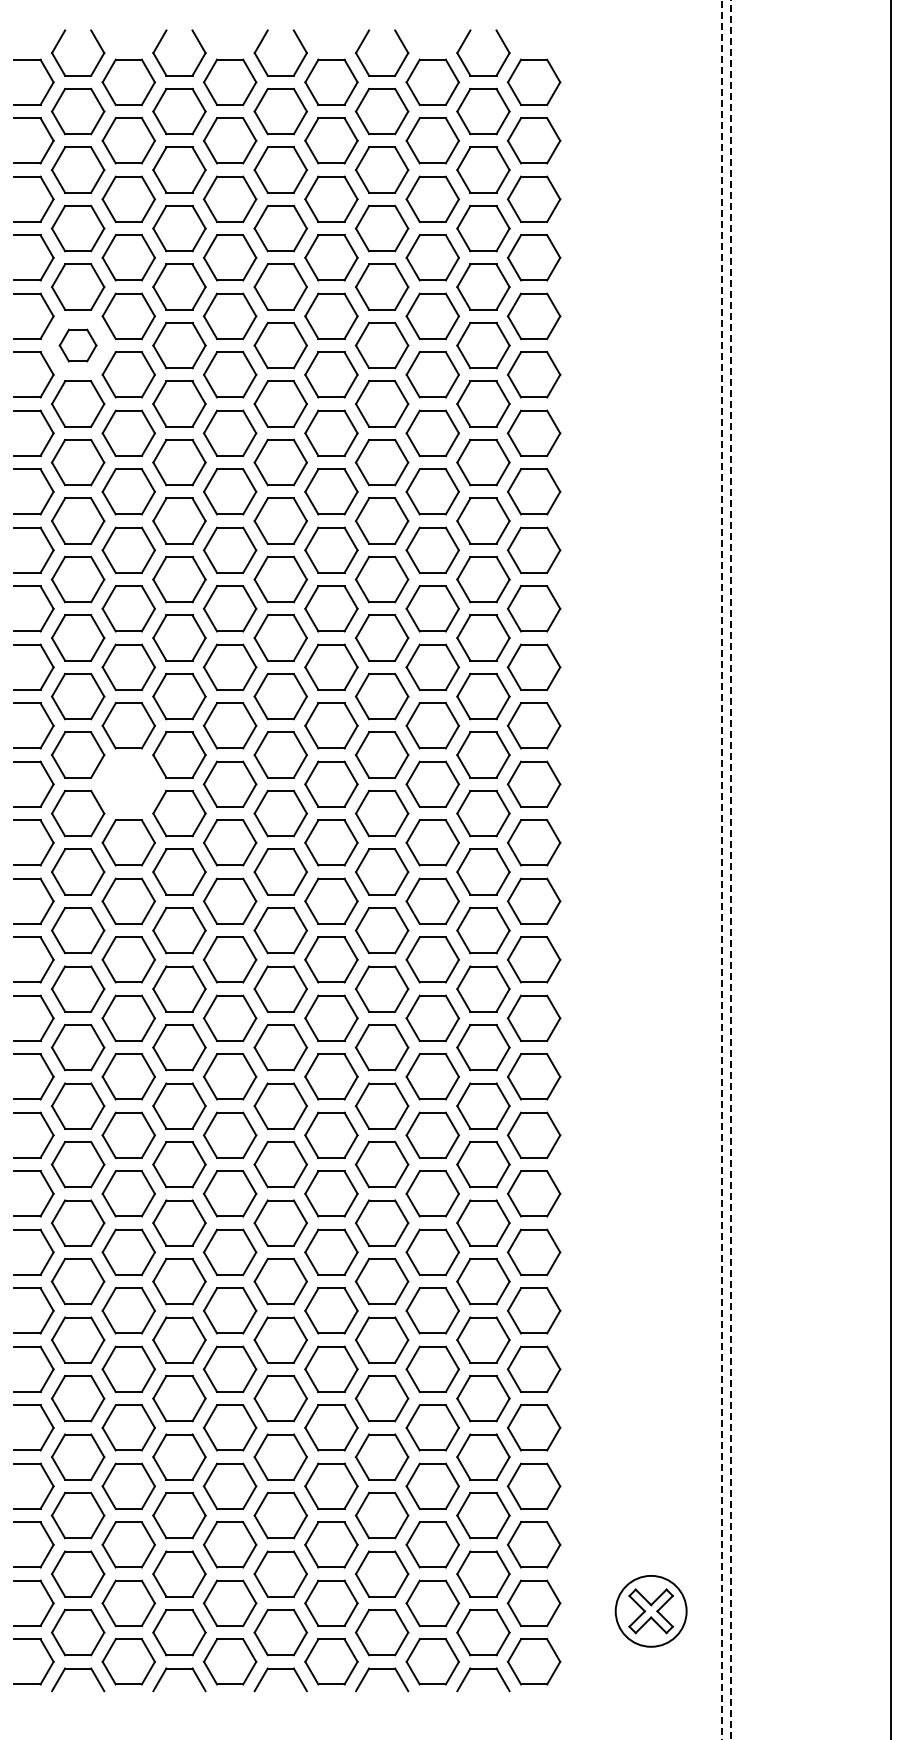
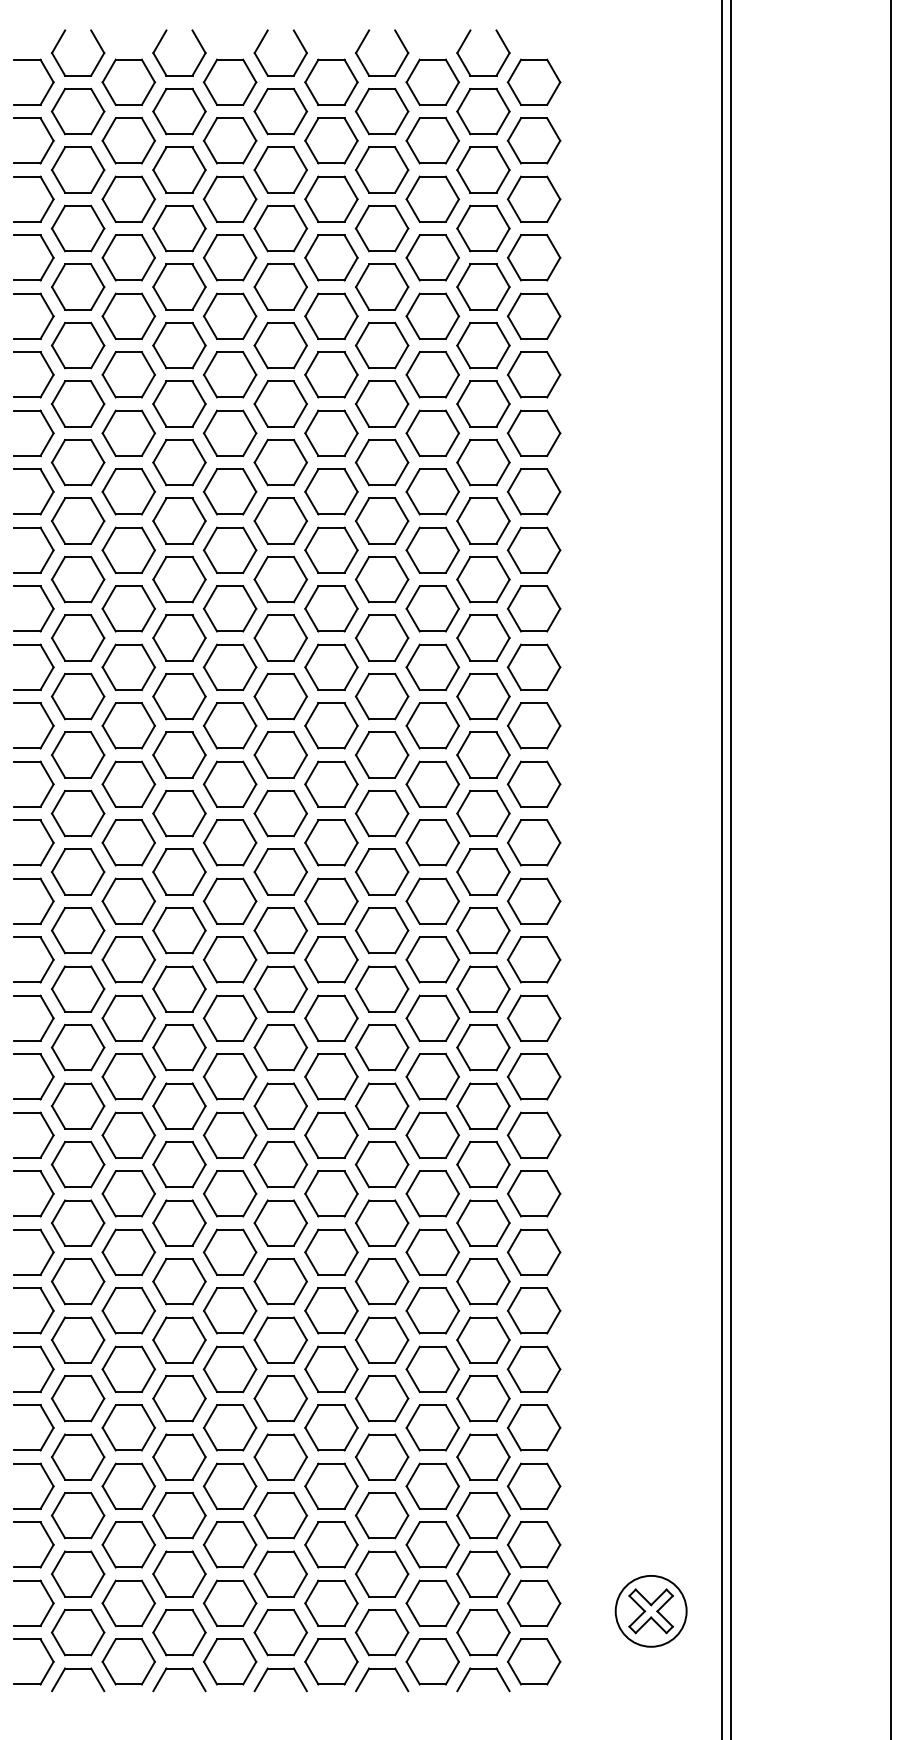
part at (77, 345) size: 40x35 px -> 56x49 px
part at (128, 783): none -> present
line at (722, 870): dashed -> solid
line at (730, 870): dashed -> solid
